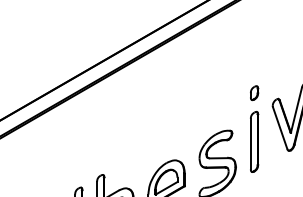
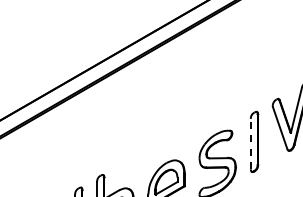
part at (254, 93): present -> none
line at (250, 143): solid -> dashed
